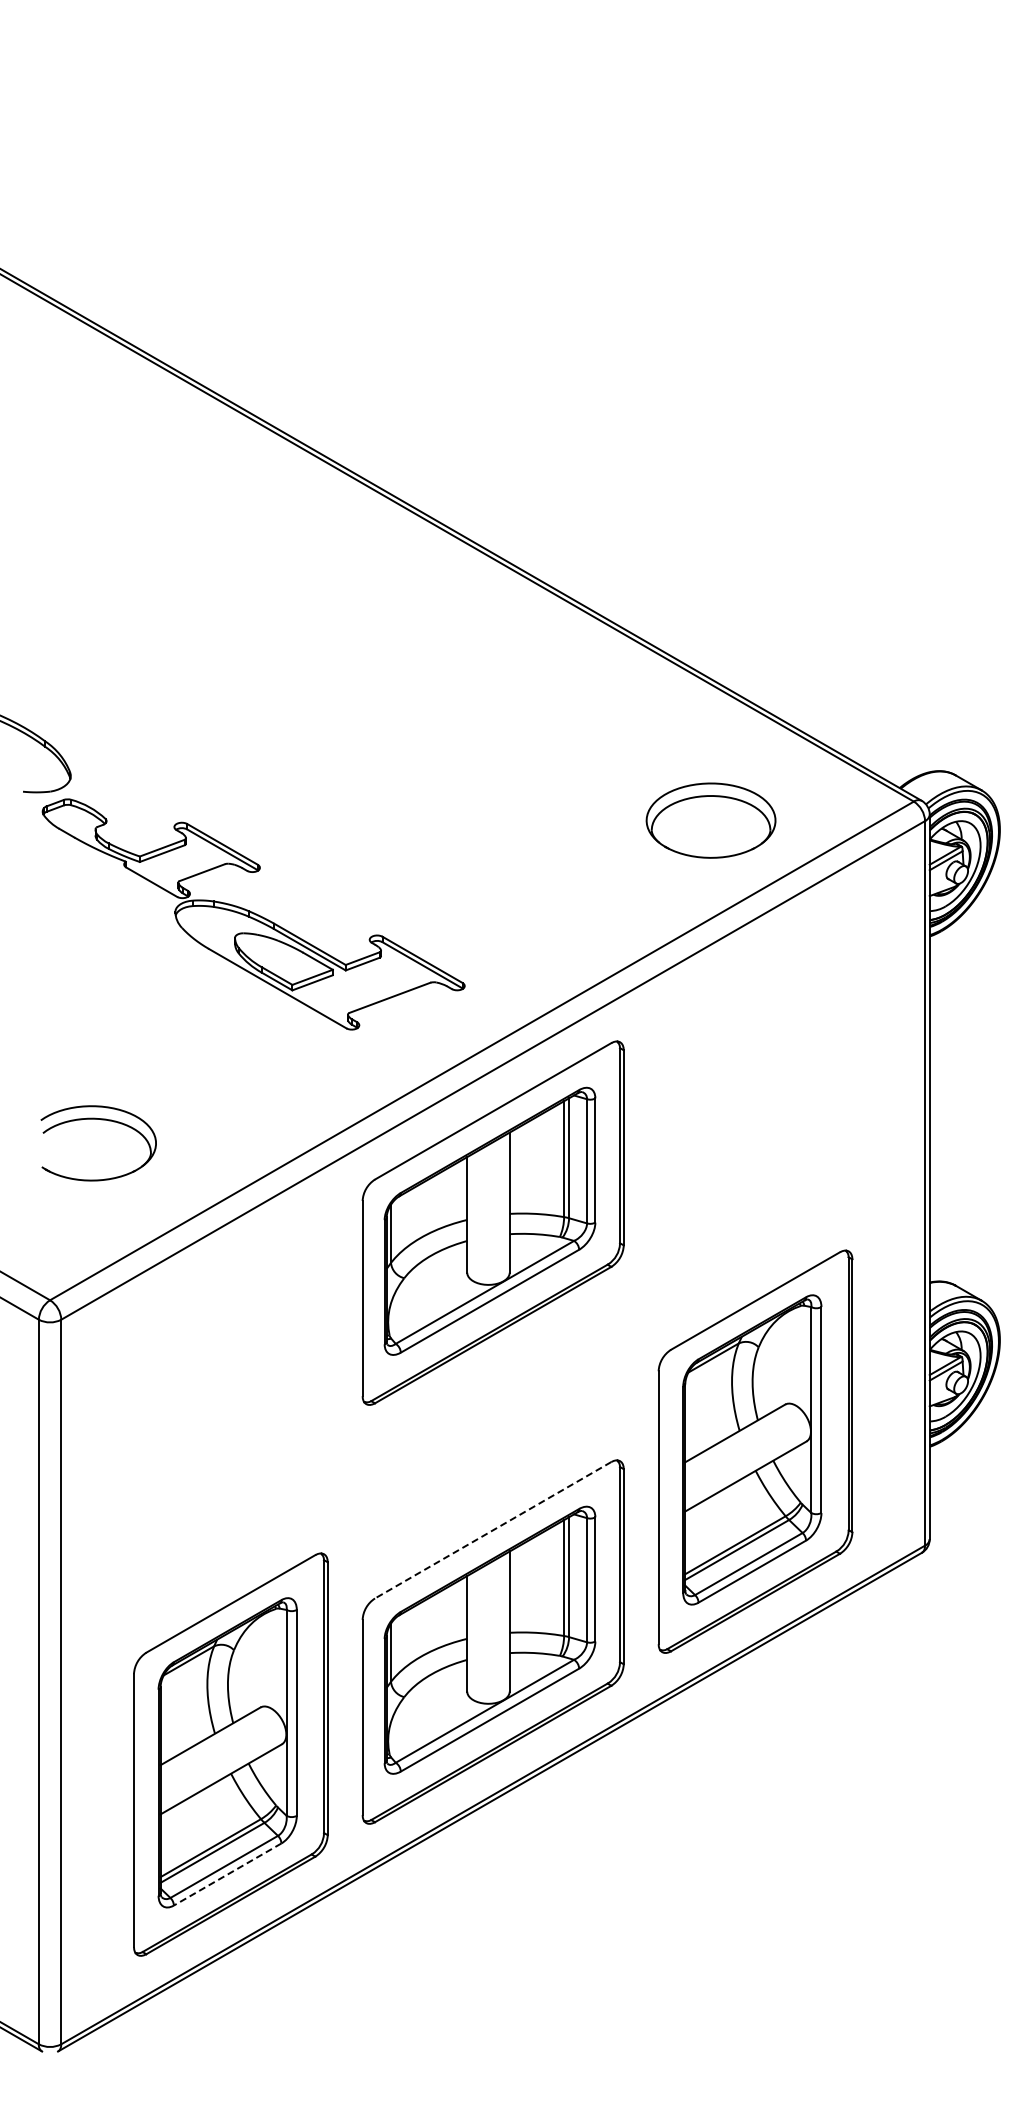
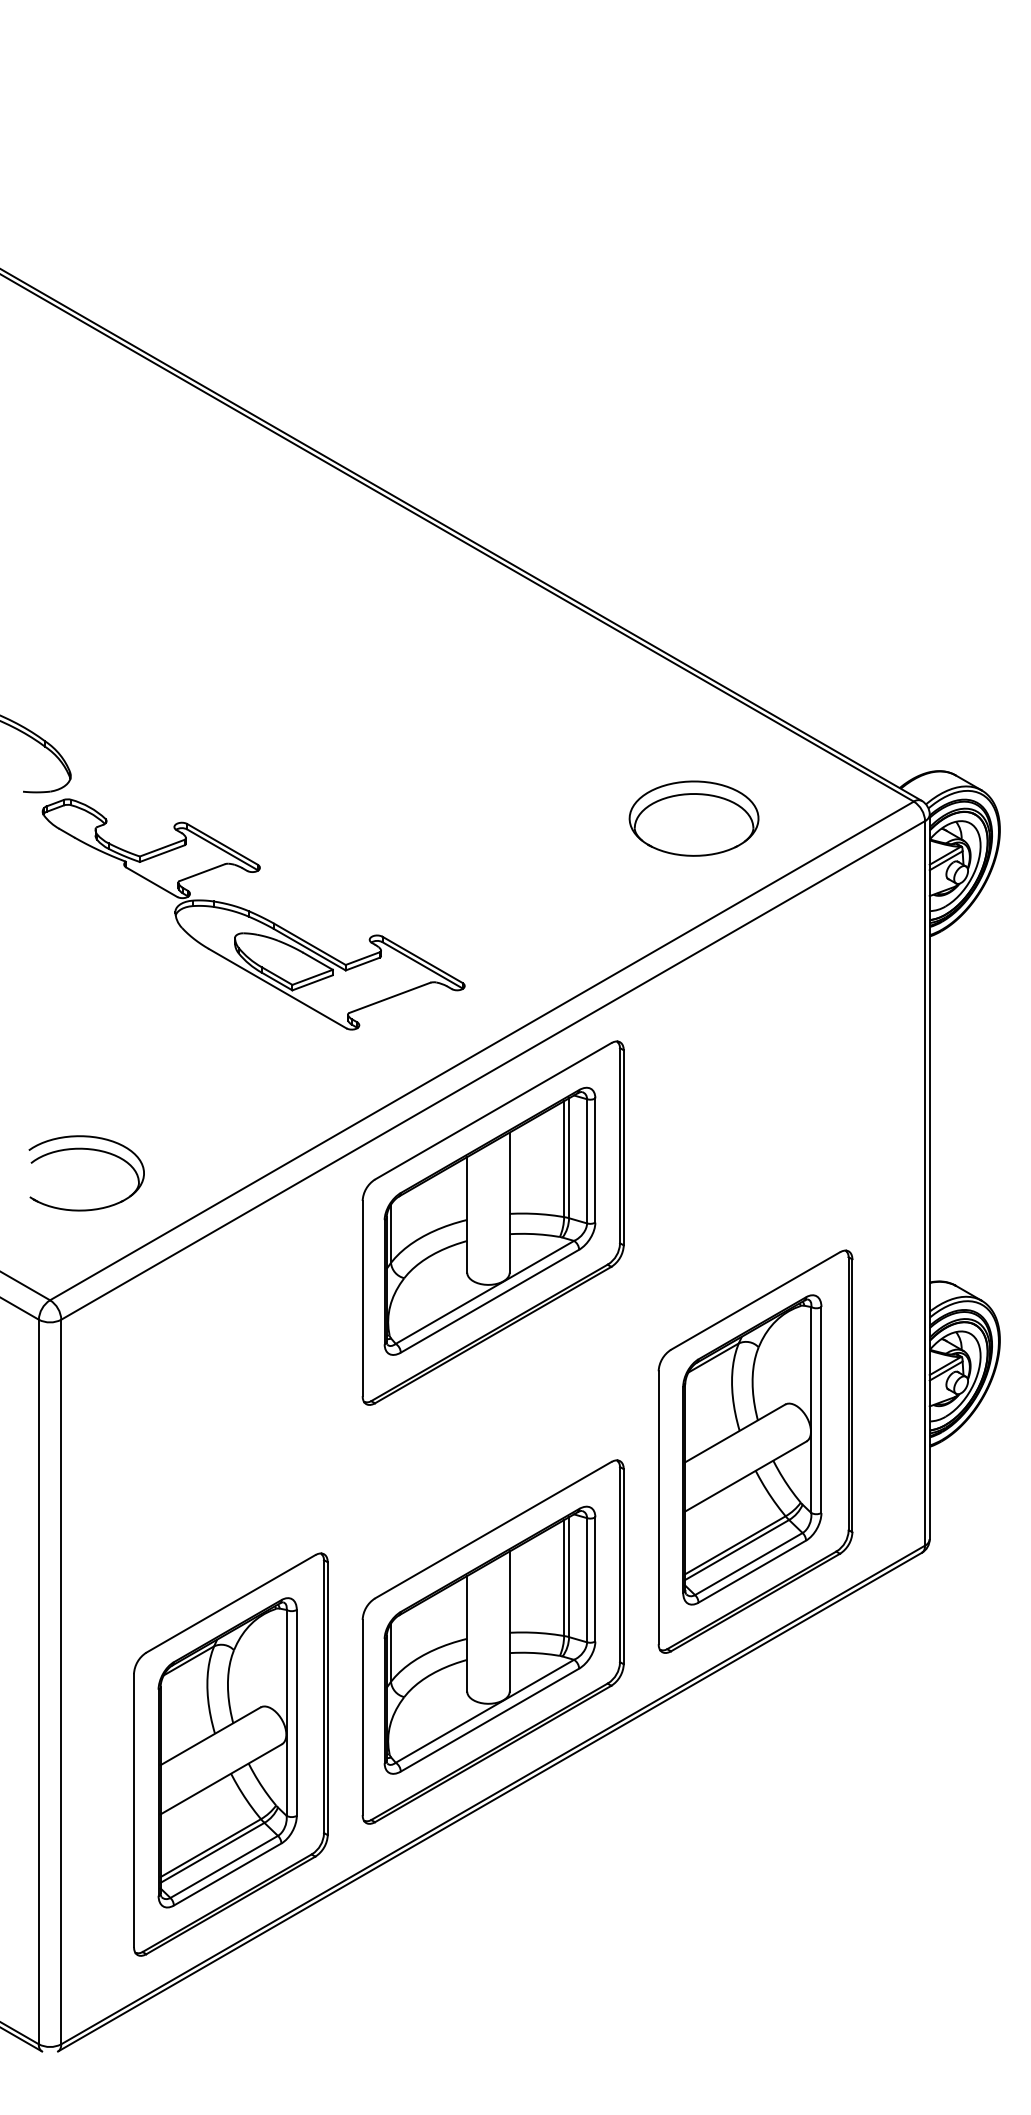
part at (710, 820) position: (710, 820) -> (693, 818)
part at (101, 1120) position: (101, 1120) -> (89, 1150)
line at (492, 1530): dashed -> solid
line at (227, 1874): dashed -> solid
